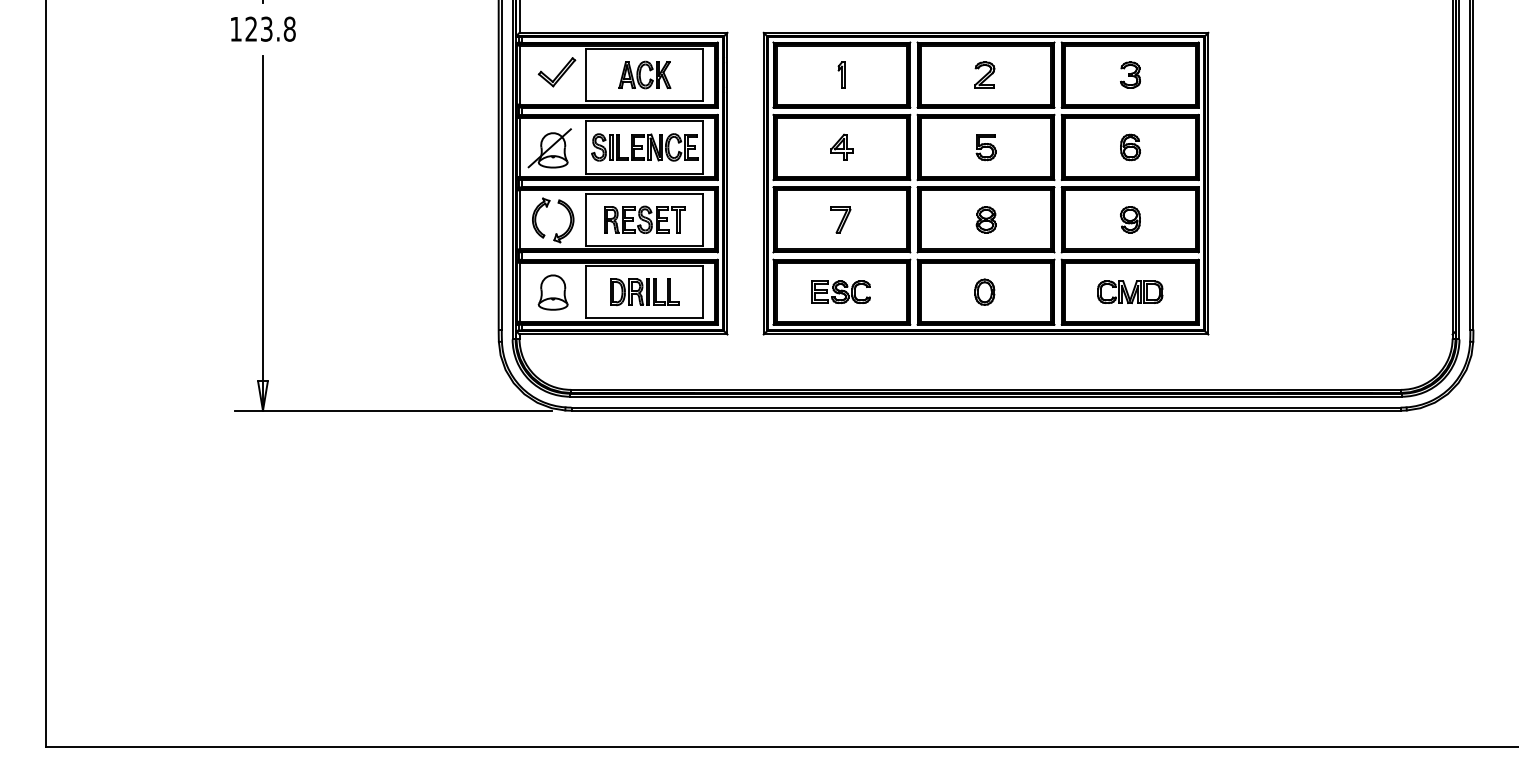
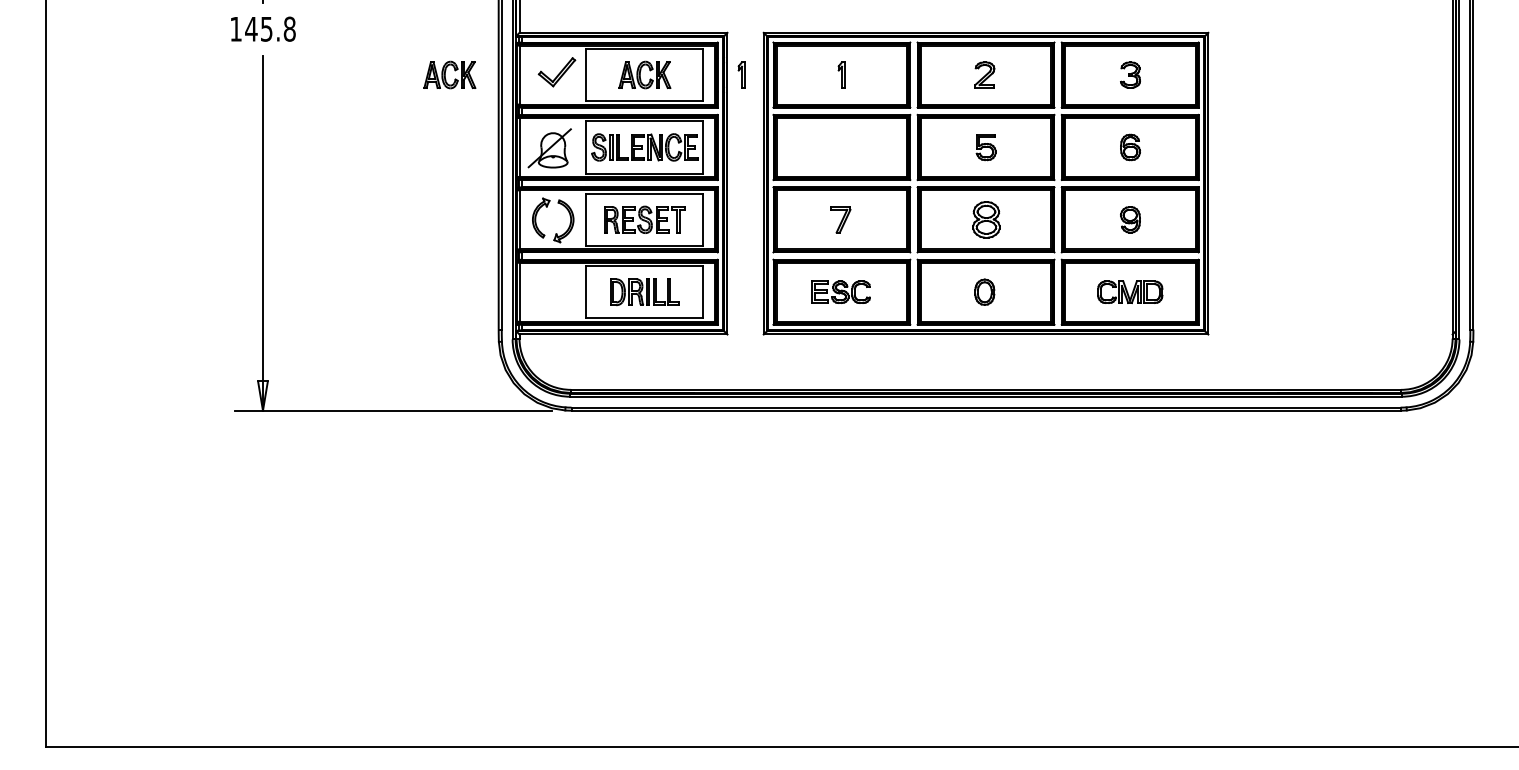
text at (258, 28): 123.8 -> 145.8
part at (449, 74): none -> present
part at (741, 74): none -> present
part at (841, 146): present -> none
part at (985, 219) size: 22x28 px -> 29x38 px
part at (552, 292): present -> none
